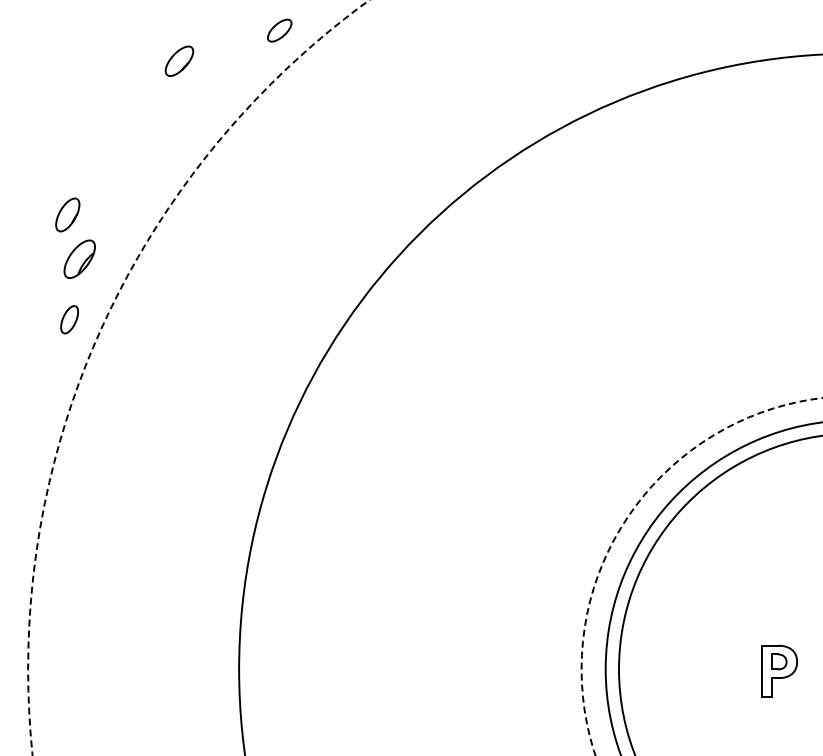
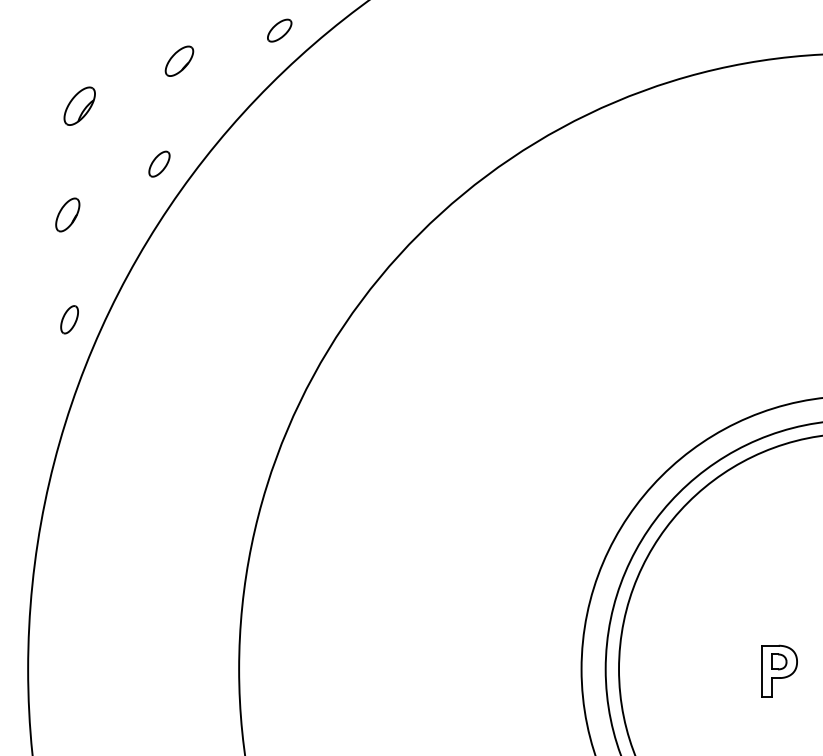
part at (159, 163): none -> present
part at (79, 258) position: (79, 258) -> (79, 105)
circle at (198, 377): dashed -> solid
circle at (701, 576): dashed -> solid
